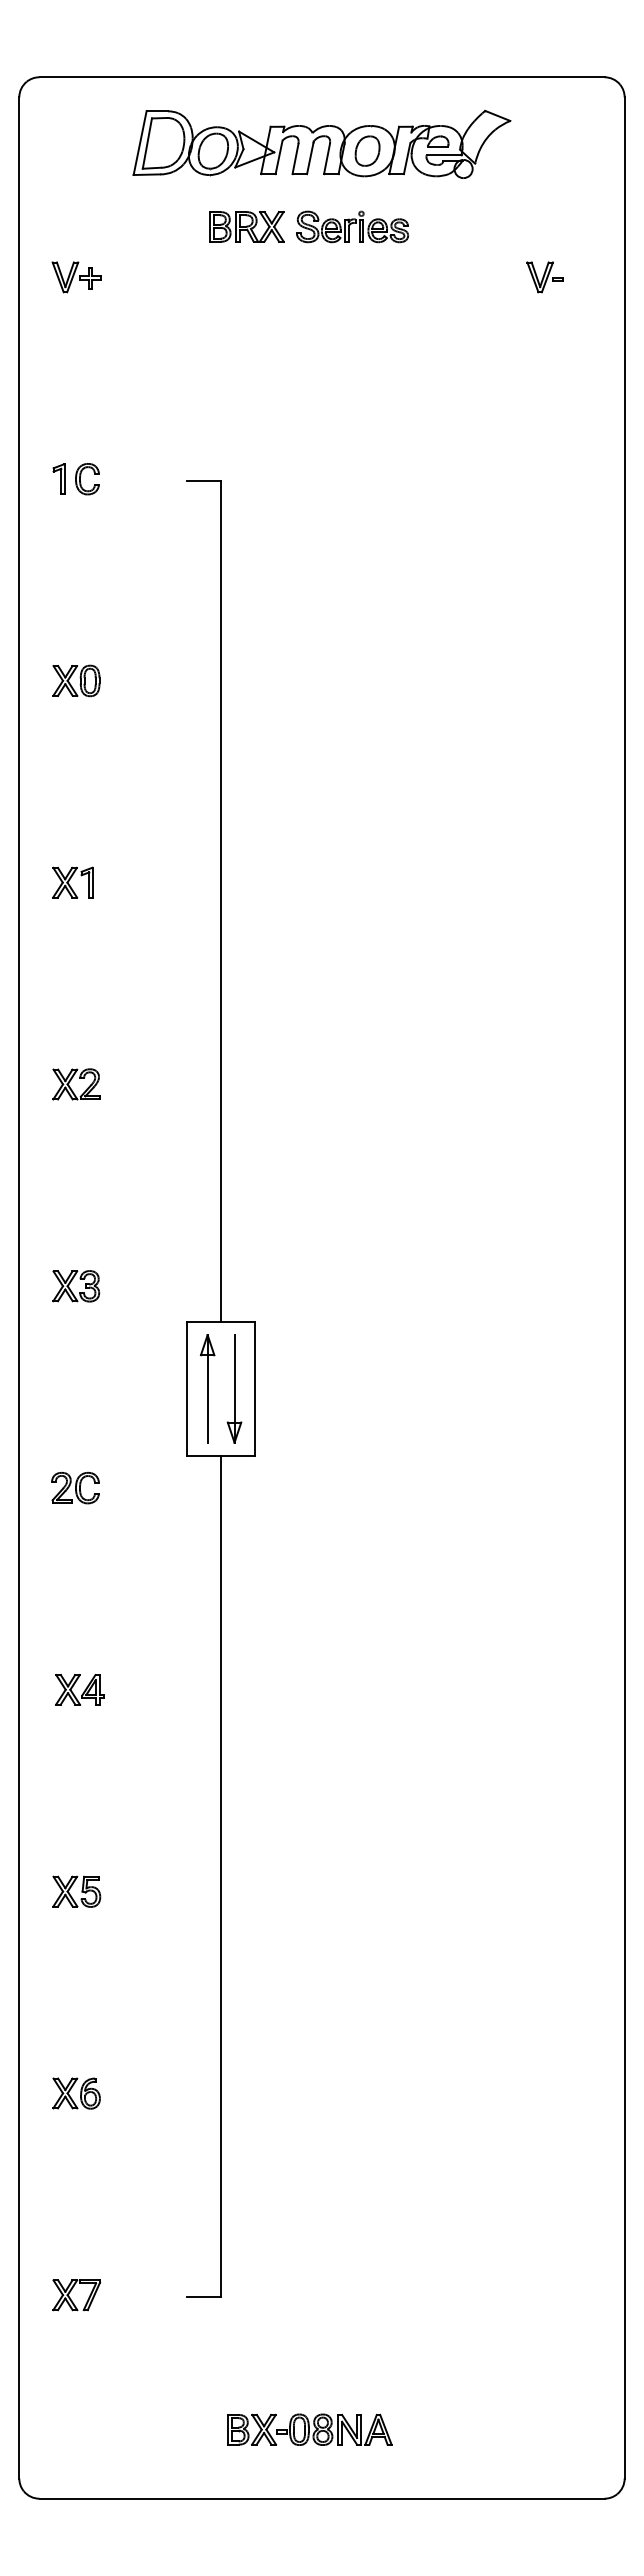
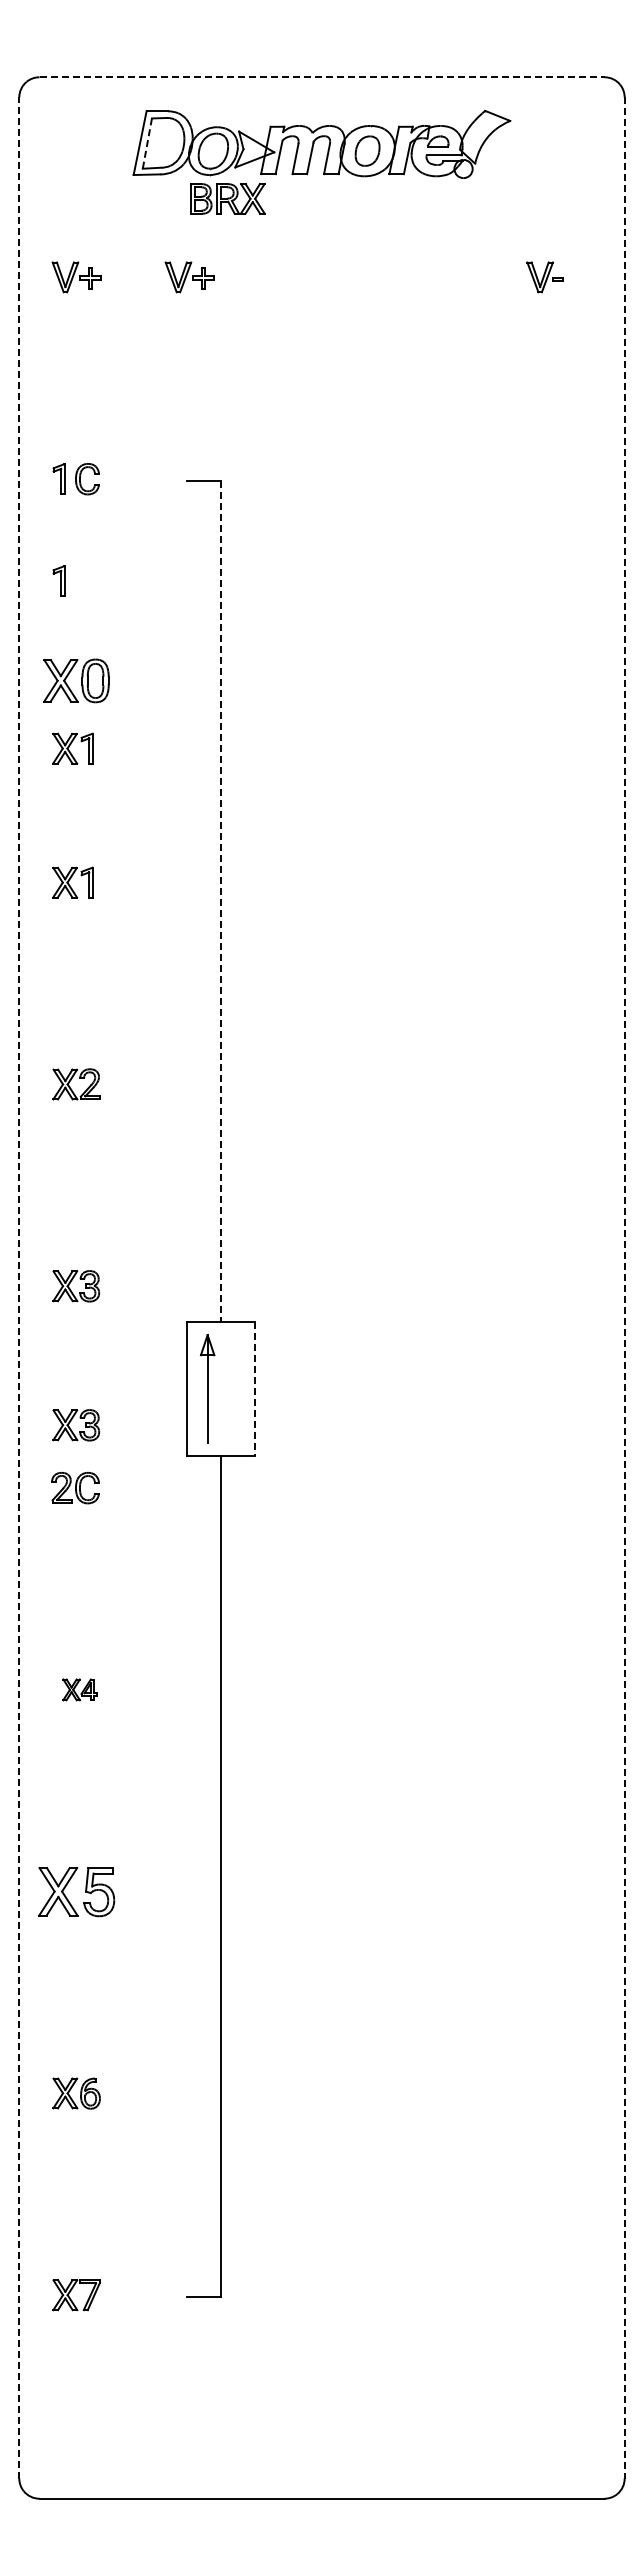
line at (322, 77): solid -> dashed
line at (147, 143): solid -> dashed
part at (246, 226) position: (246, 226) -> (227, 198)
part at (352, 226): present -> none
part at (189, 277): none -> present
part at (58, 580): none -> present
part at (76, 680) size: 49x34 px -> 67x46 px
part at (72, 748): none -> present
line at (221, 901): solid -> dashed
line at (19, 1287): solid -> dashed
line at (624, 1287): solid -> dashed
part at (234, 1388): present -> none
line at (254, 1389): solid -> dashed
part at (70, 1427): none -> present
part at (79, 1689) size: 50x32 px -> 36x24 px
part at (76, 1891) size: 50x33 px -> 78x51 px
part at (309, 2429): present -> none
